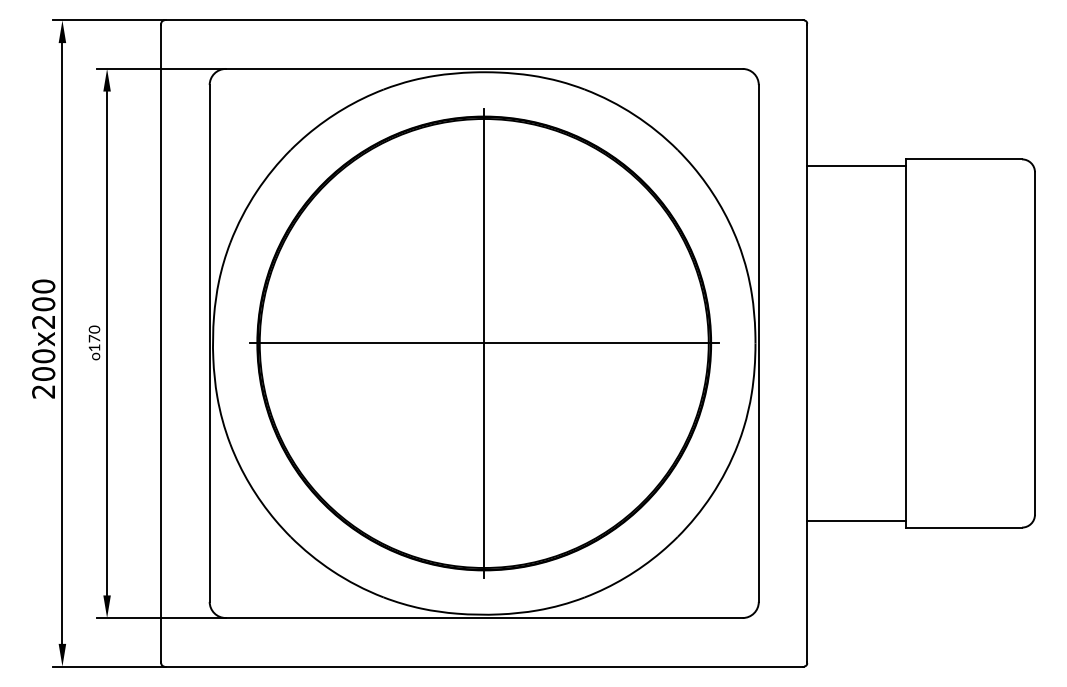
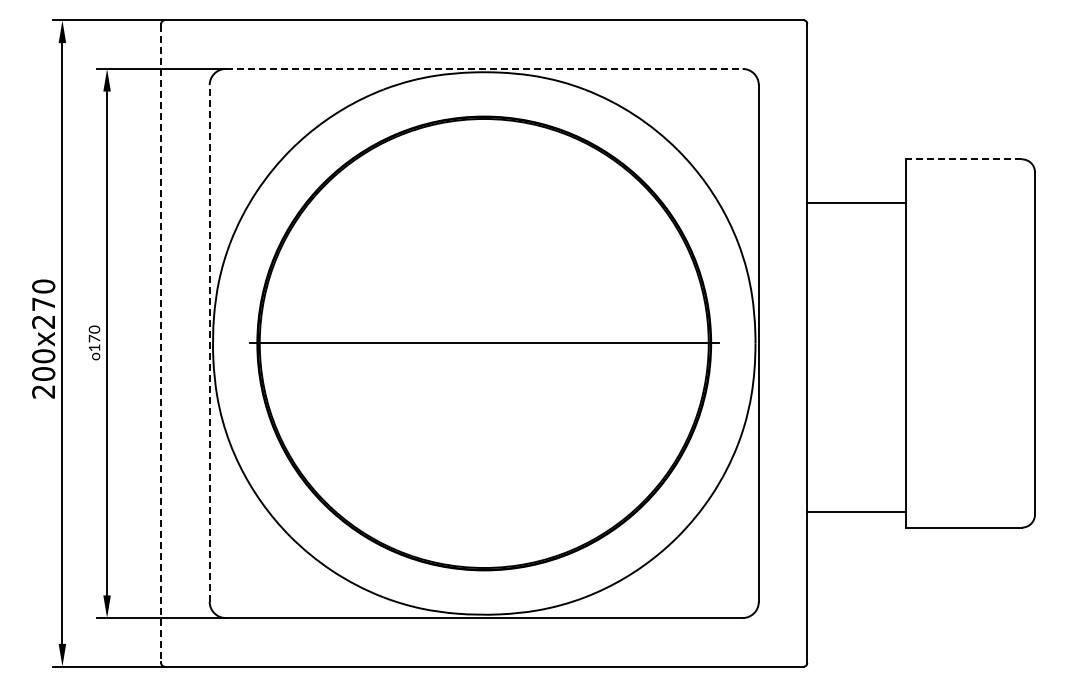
line at (484, 68): solid -> dashed
line at (963, 159): solid -> dashed
line at (856, 165) position: (856, 165) -> (856, 202)
text at (43, 304): 200x200 -> 200x270
line at (209, 342): solid -> dashed
line at (161, 343): solid -> dashed
line at (484, 343): present -> none
line at (856, 521) position: (856, 521) -> (856, 512)
